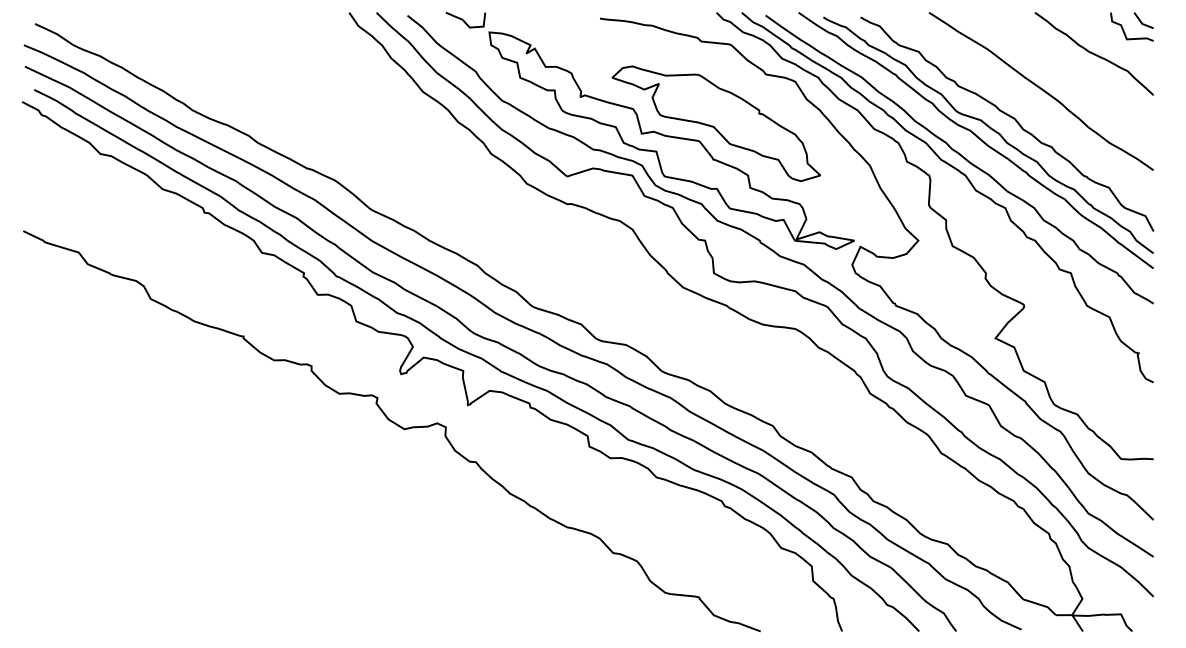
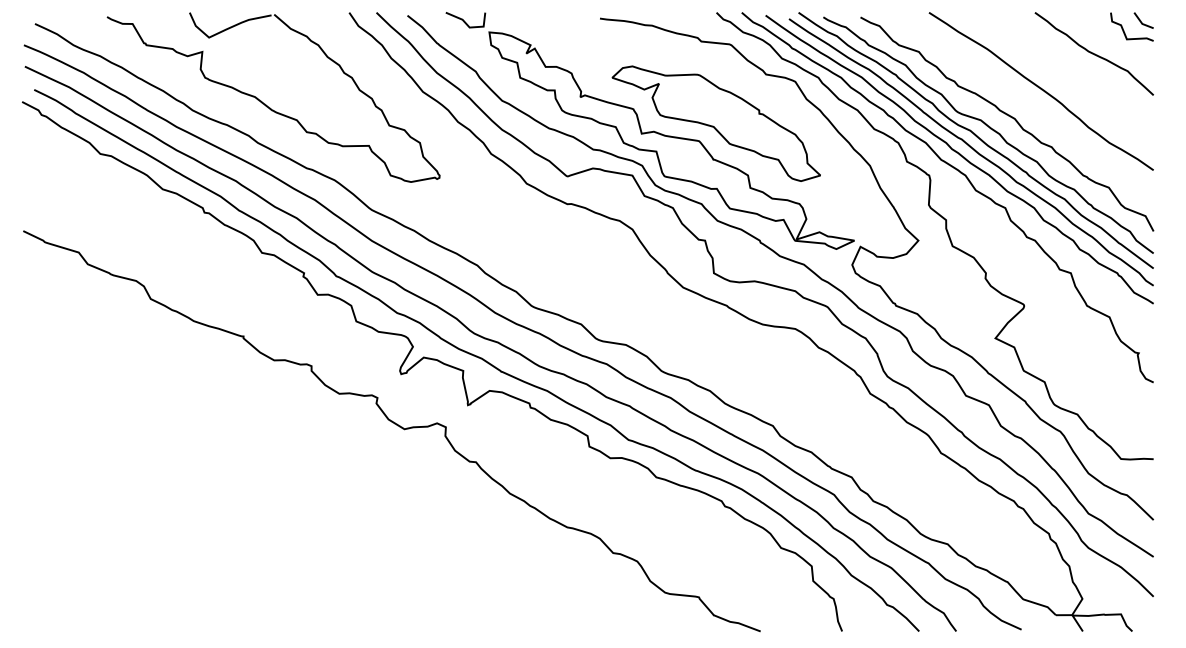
part at (266, 104): none -> present
curve at (972, 149): none -> present
